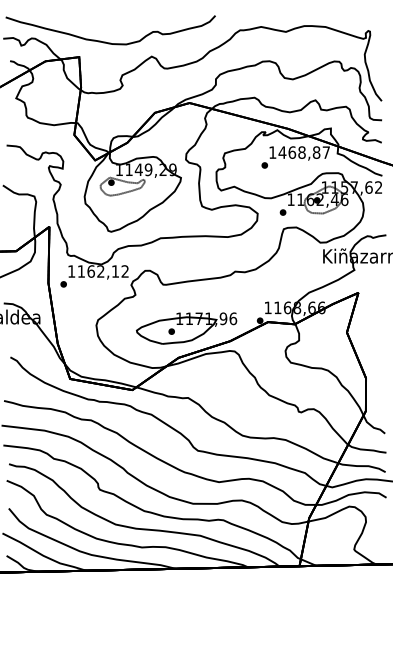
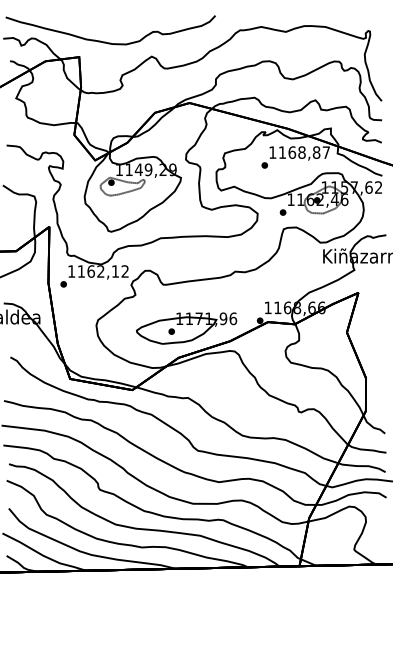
text at (282, 152): 1468,87 -> 1168,87
